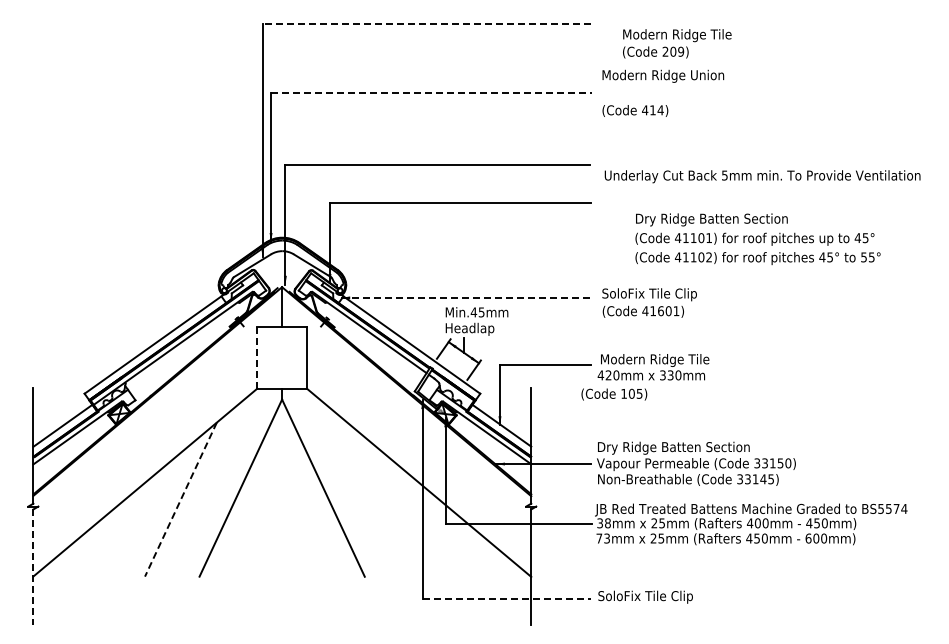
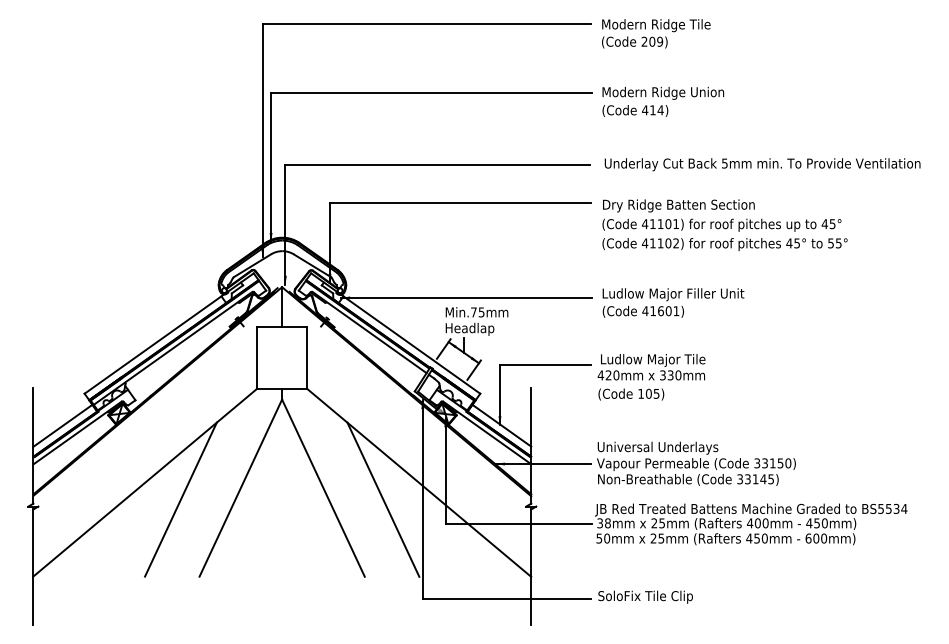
line at (426, 23): dashed -> solid
text at (677, 43) position: (677, 43) -> (656, 33)
text at (663, 75) position: (663, 75) -> (663, 92)
line at (431, 92): dashed -> solid
text at (762, 176) position: (762, 176) -> (762, 164)
text at (757, 238) position: (757, 238) -> (724, 224)
text at (673, 294): SoloFix Tile Clip -> Ludlow Major Filler Unit
line at (466, 297): dashed -> solid
text at (473, 312): Min.45mm -> Min.75mm
line at (257, 358): dashed -> solid
text at (655, 360): Modern Ridge Tile -> Ludlow Major Tile
text at (614, 394) position: (614, 394) -> (631, 394)
text at (673, 447): Dry Ridge Batten Section -> Universal Underlays
line at (180, 499): dashed -> solid
line at (383, 499): none -> present
text at (896, 508): BS5574 -> BS5534
text at (603, 538): 73mm -> 50mm
line at (33, 567): dashed -> solid
line at (507, 598): dashed -> solid
